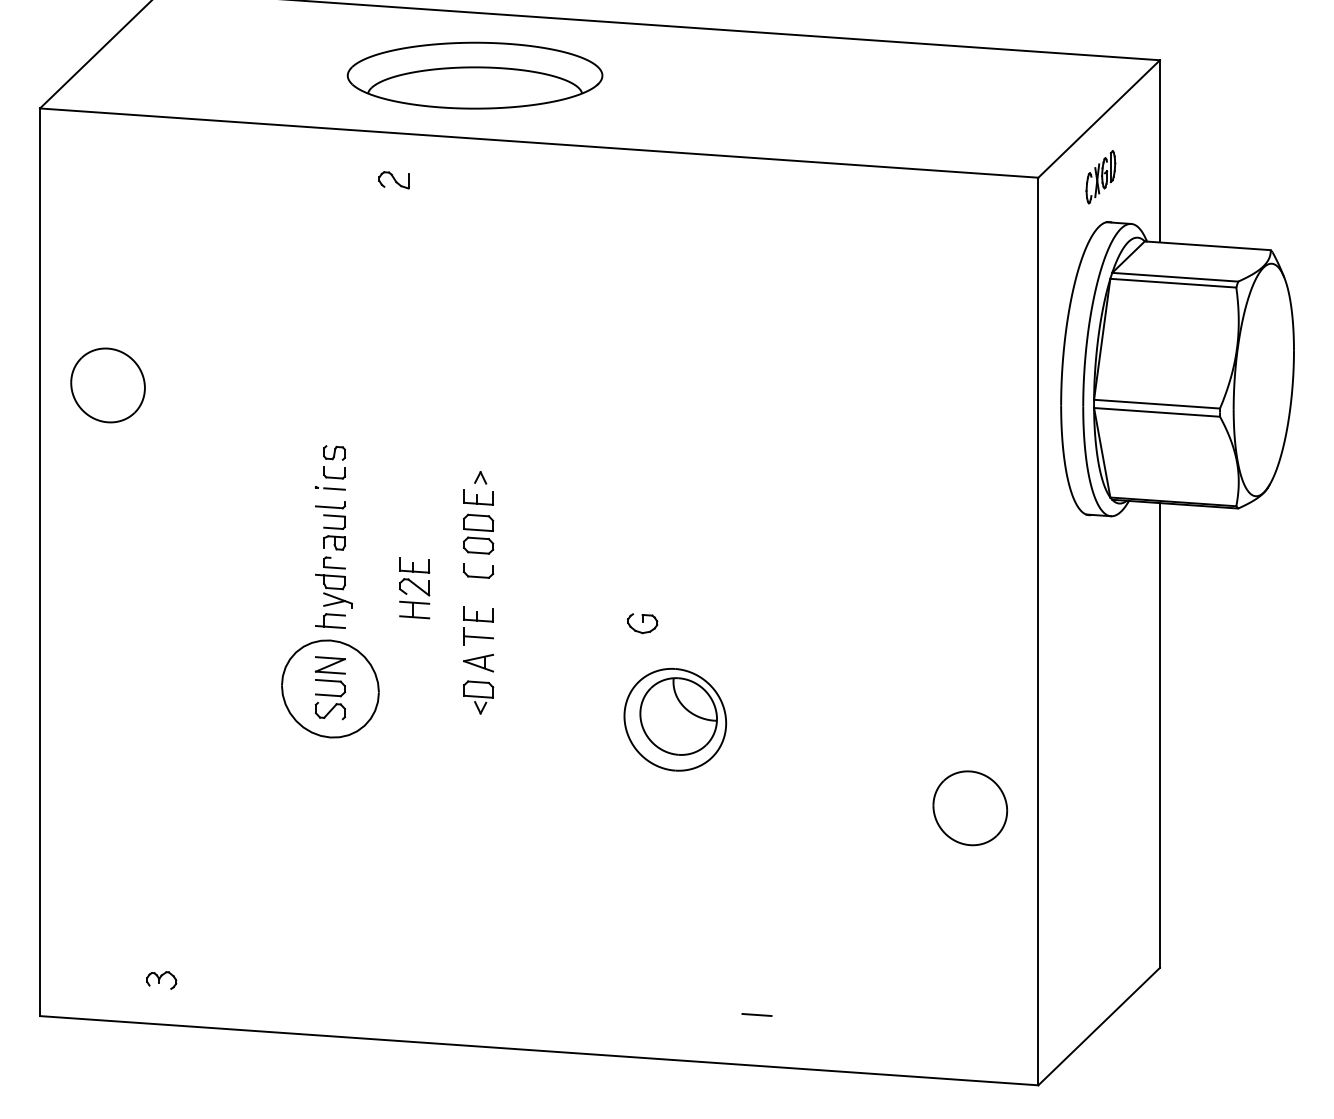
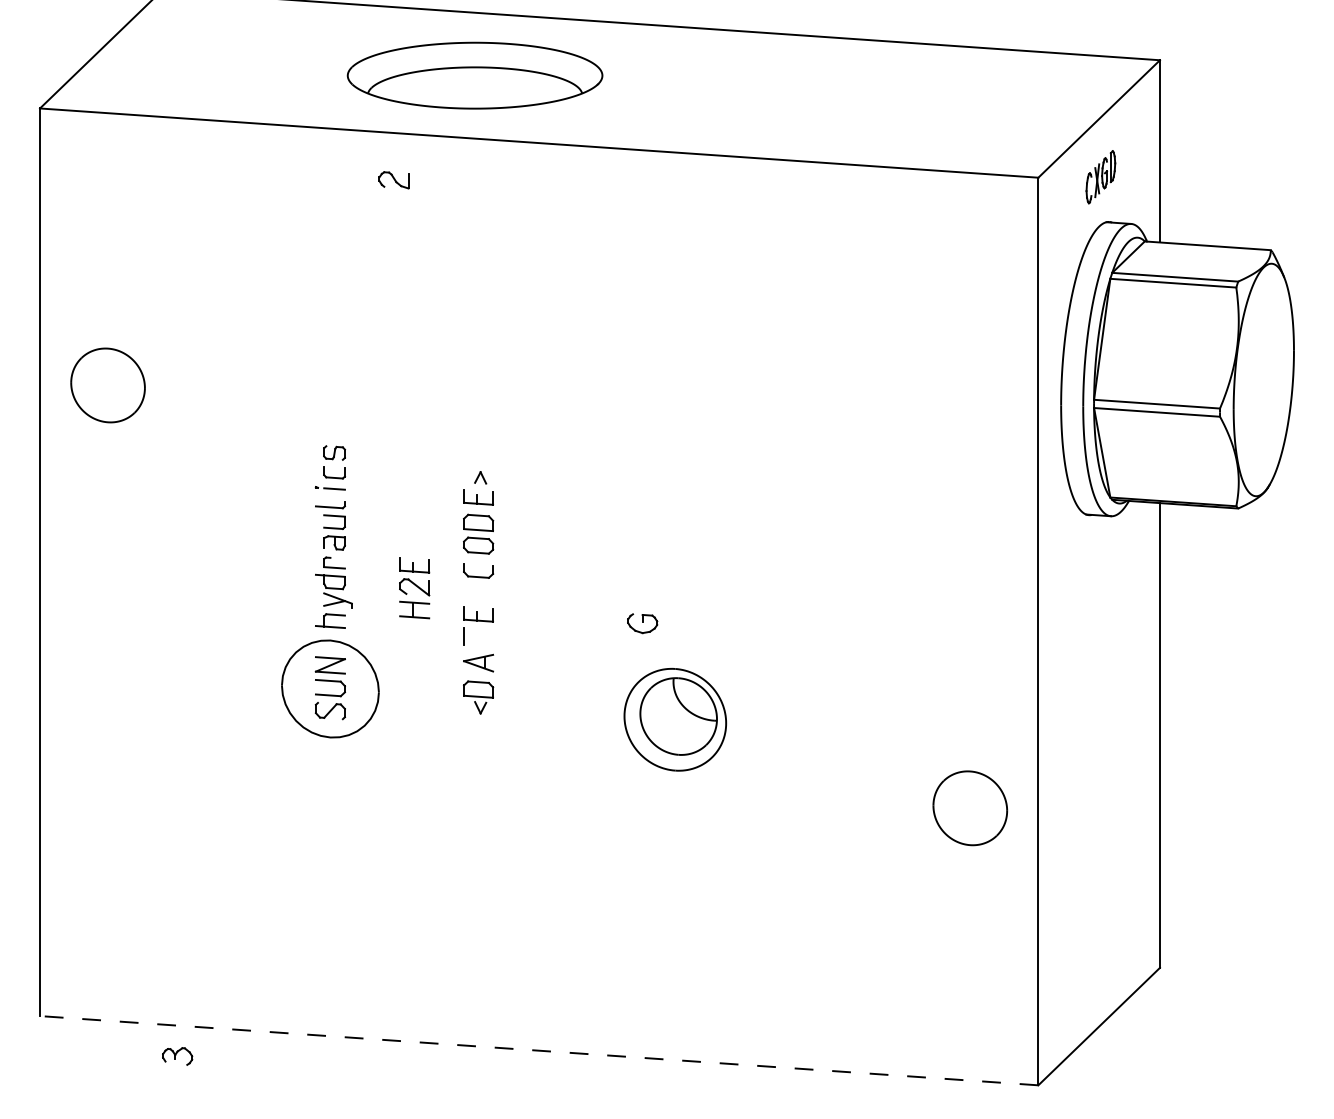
line at (478, 637): present -> none
part at (161, 980) position: (161, 980) -> (177, 1056)
line at (756, 1014): present -> none
line at (538, 1050): solid -> dashed
